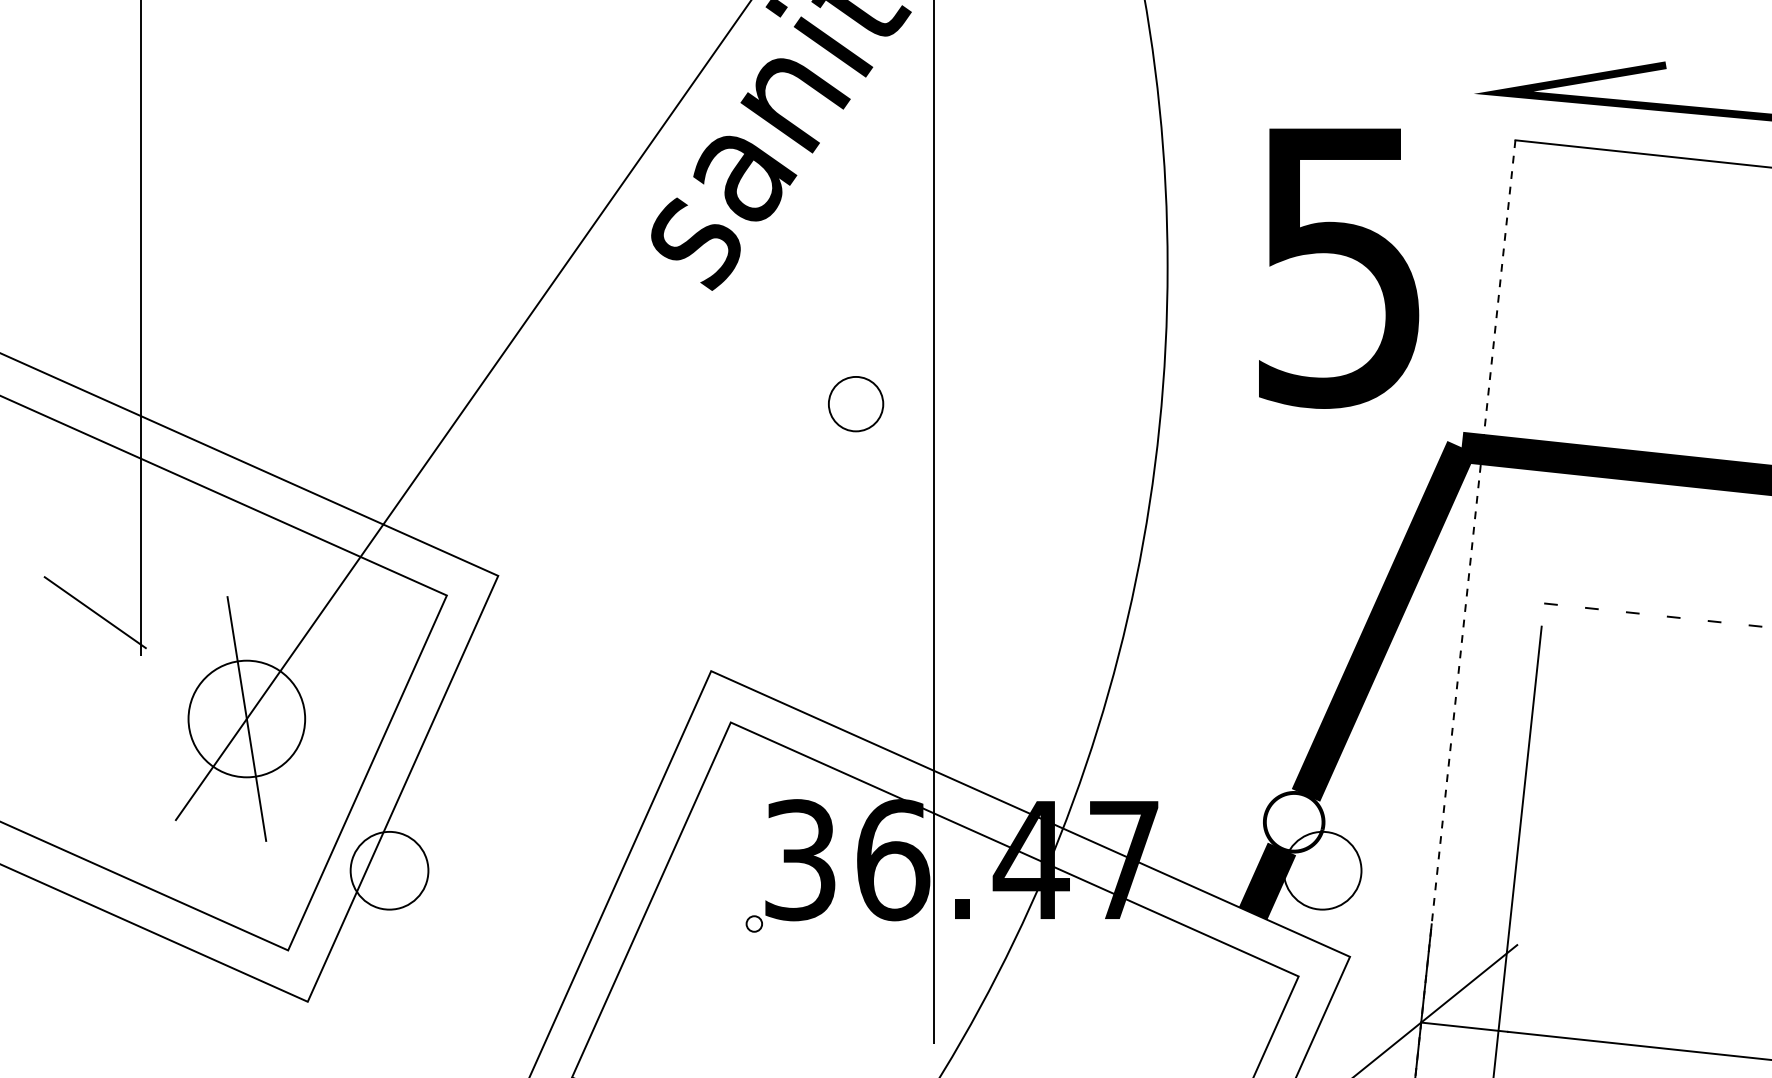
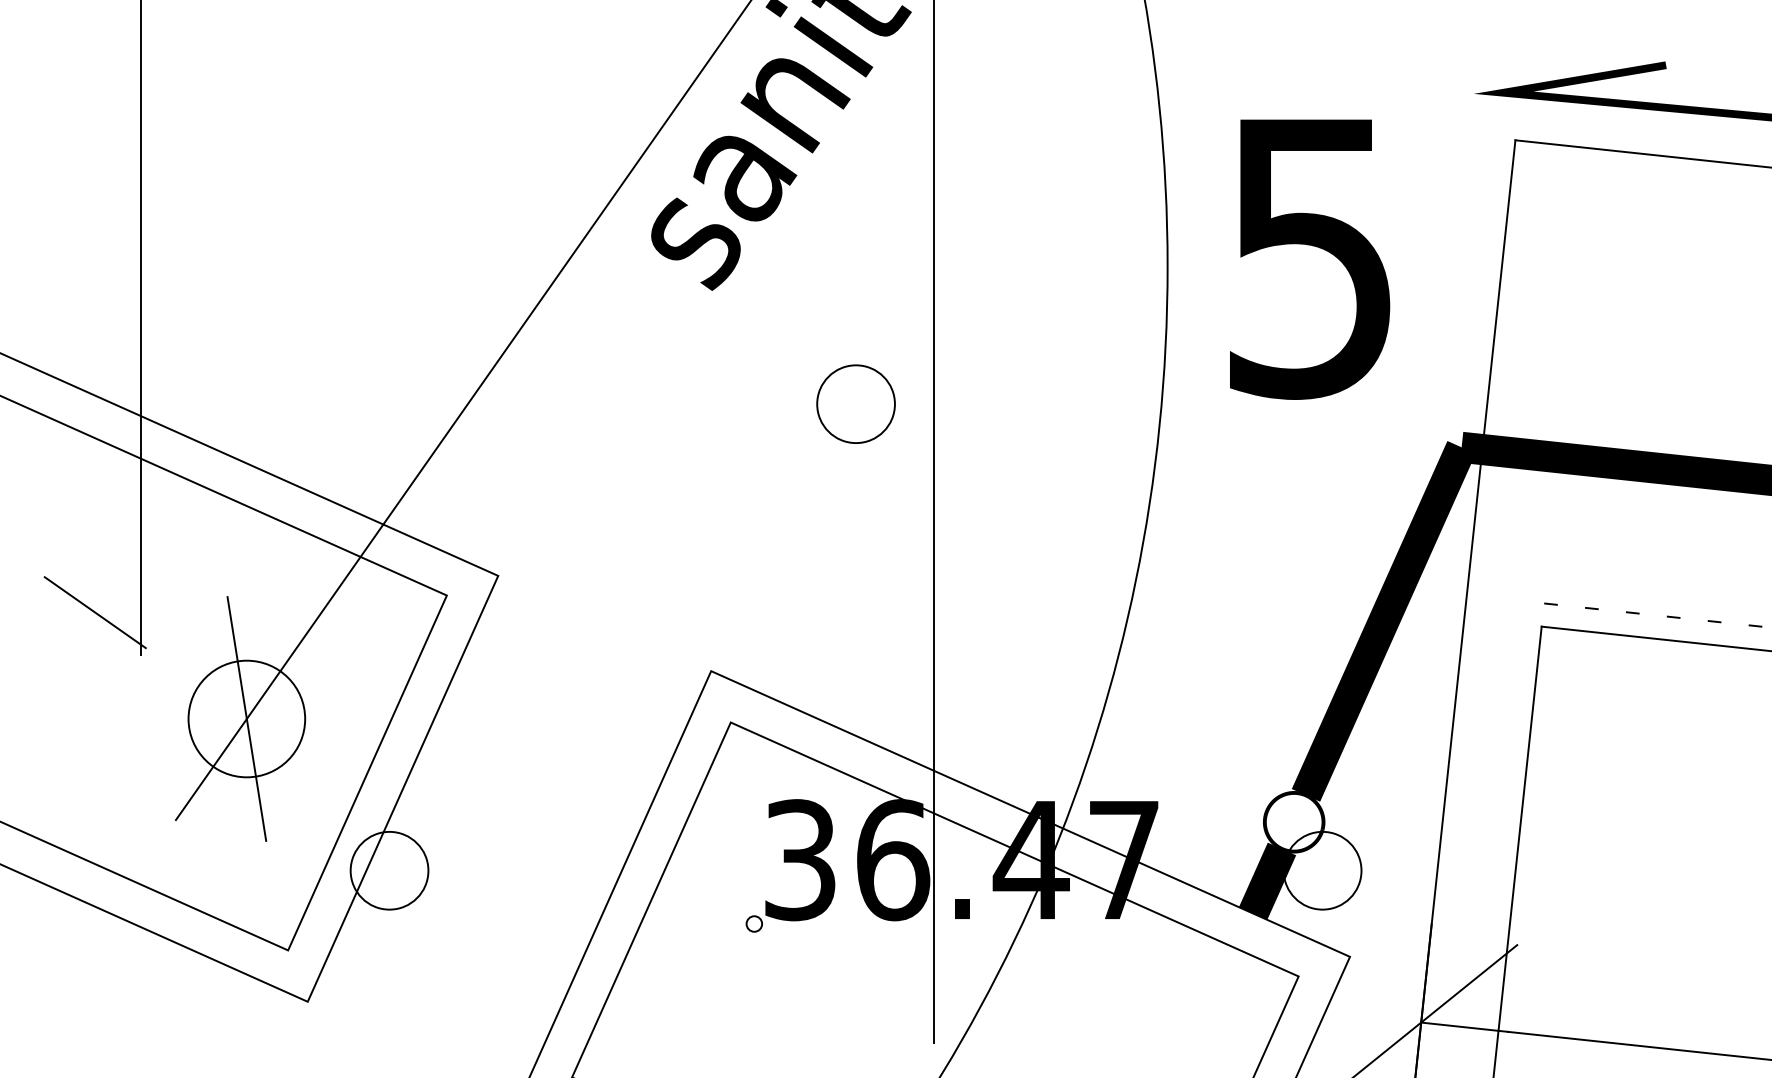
text at (1339, 268) position: (1339, 268) -> (1310, 259)
part at (856, 404) size: 57x57 px -> 80x80 px
line at (1465, 609): dashed -> solid
line at (1654, 638): none -> present
